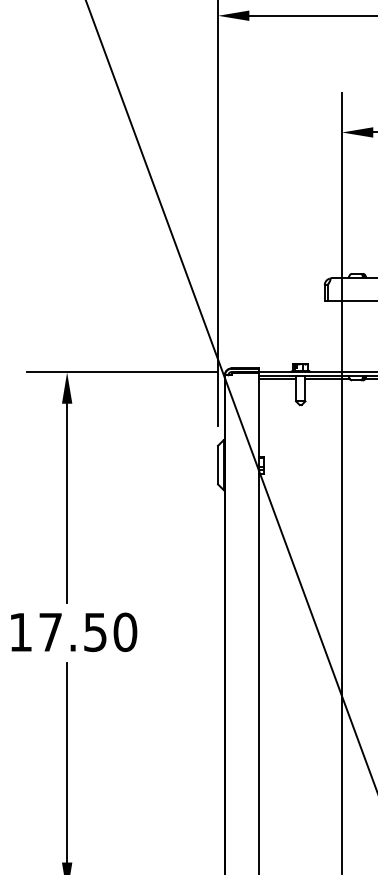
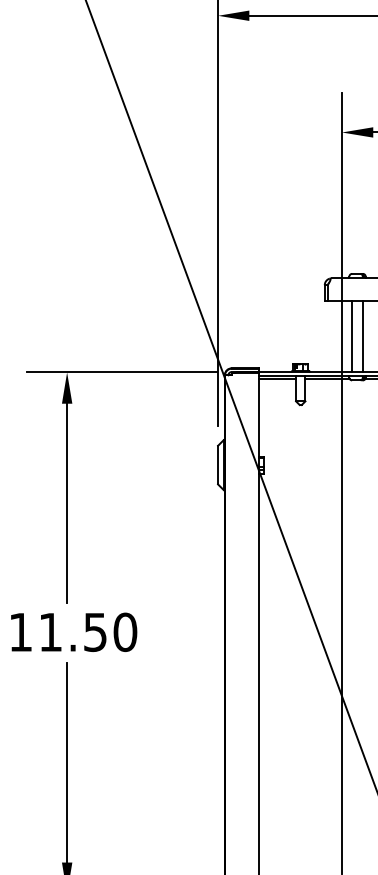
line at (351, 336): none -> present
line at (363, 336): none -> present
text at (50, 632): 17.50 -> 11.50
